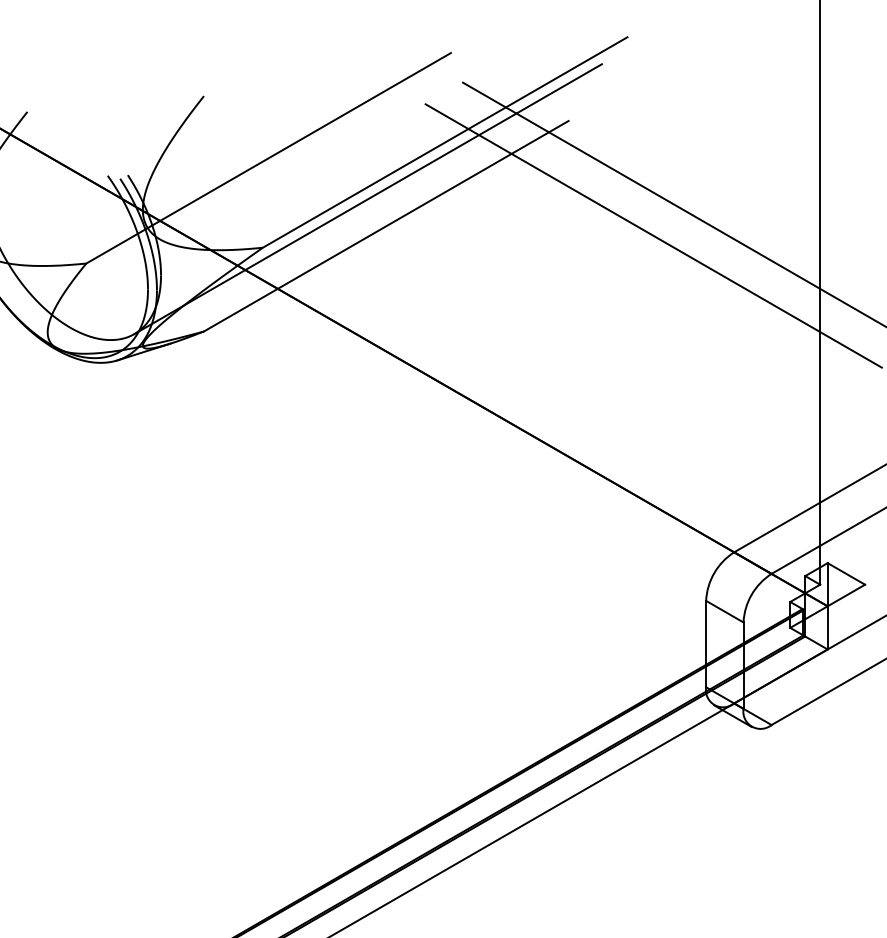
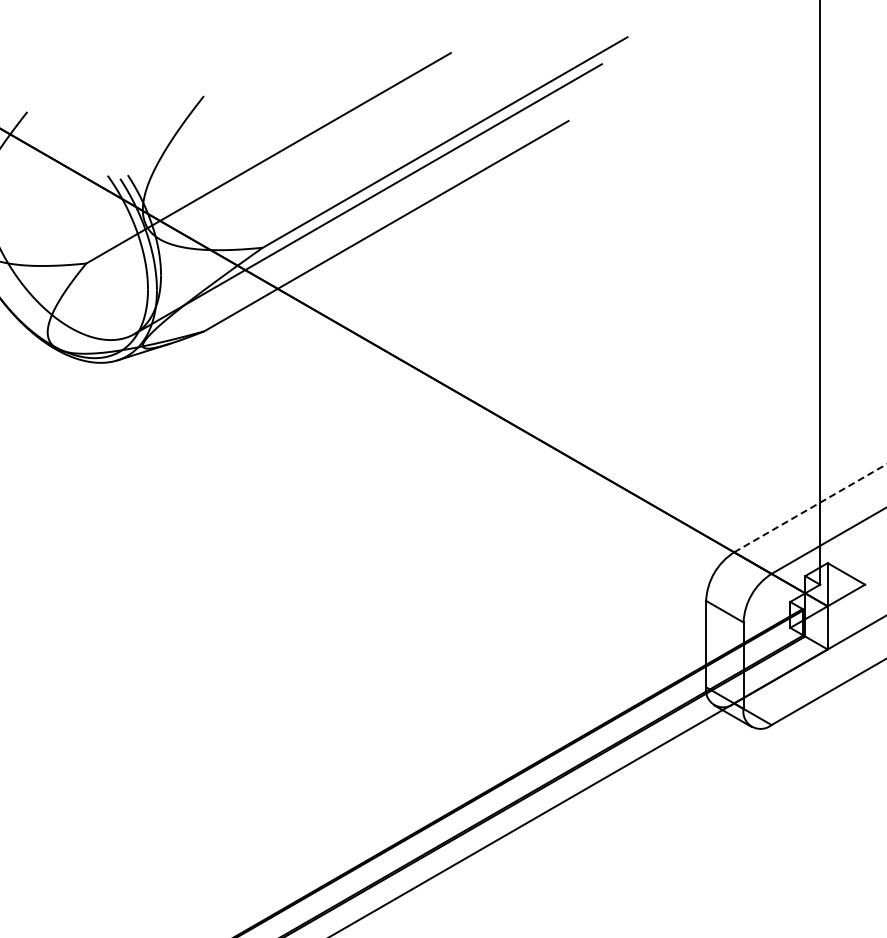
line at (673, 203): present -> none
line at (653, 235): present -> none
line at (810, 508): solid -> dashed
